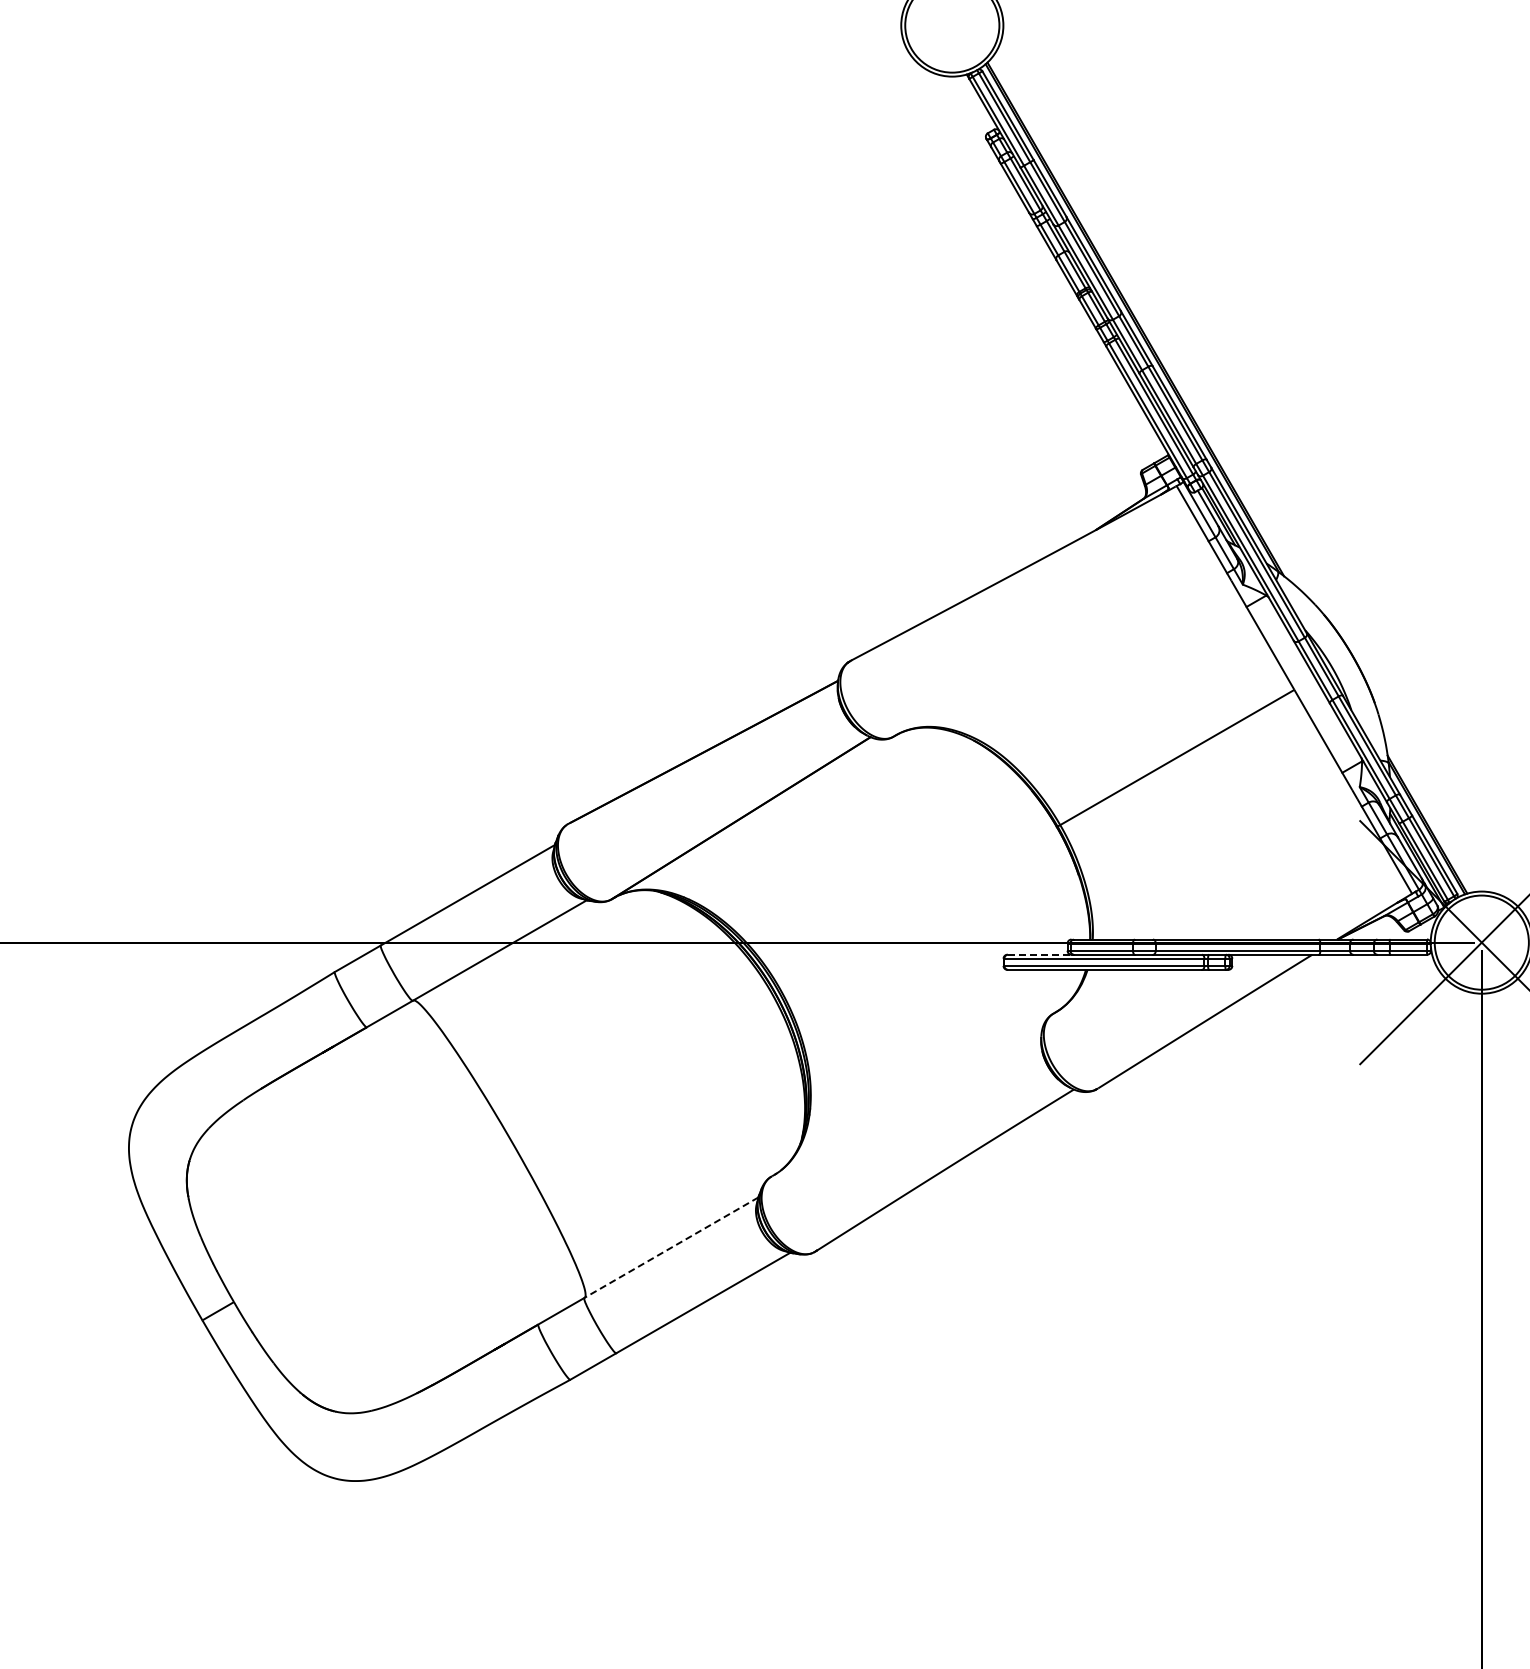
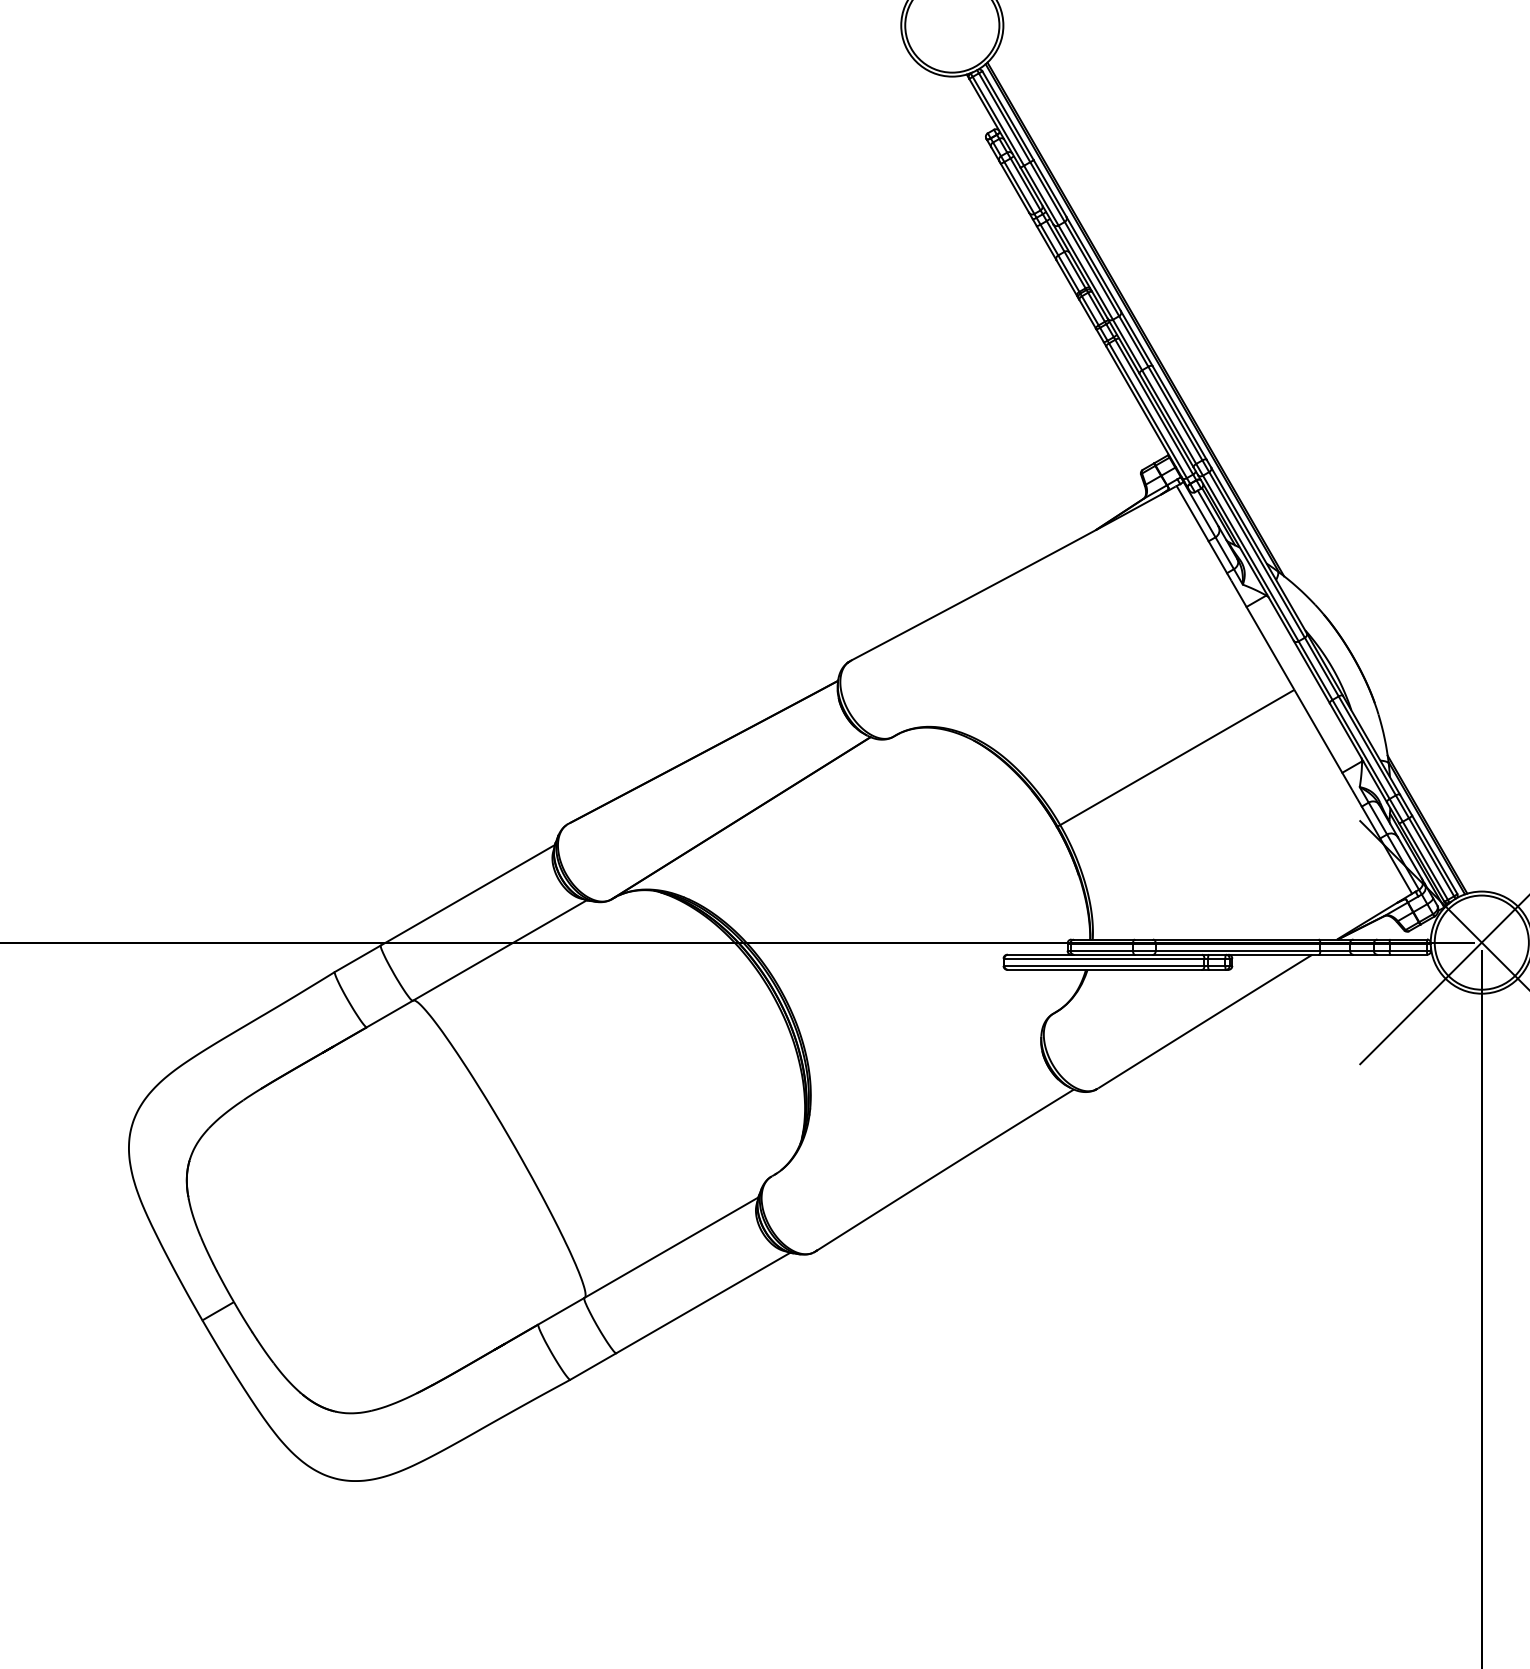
line at (1039, 954): dashed -> solid
line at (671, 1247): dashed -> solid
